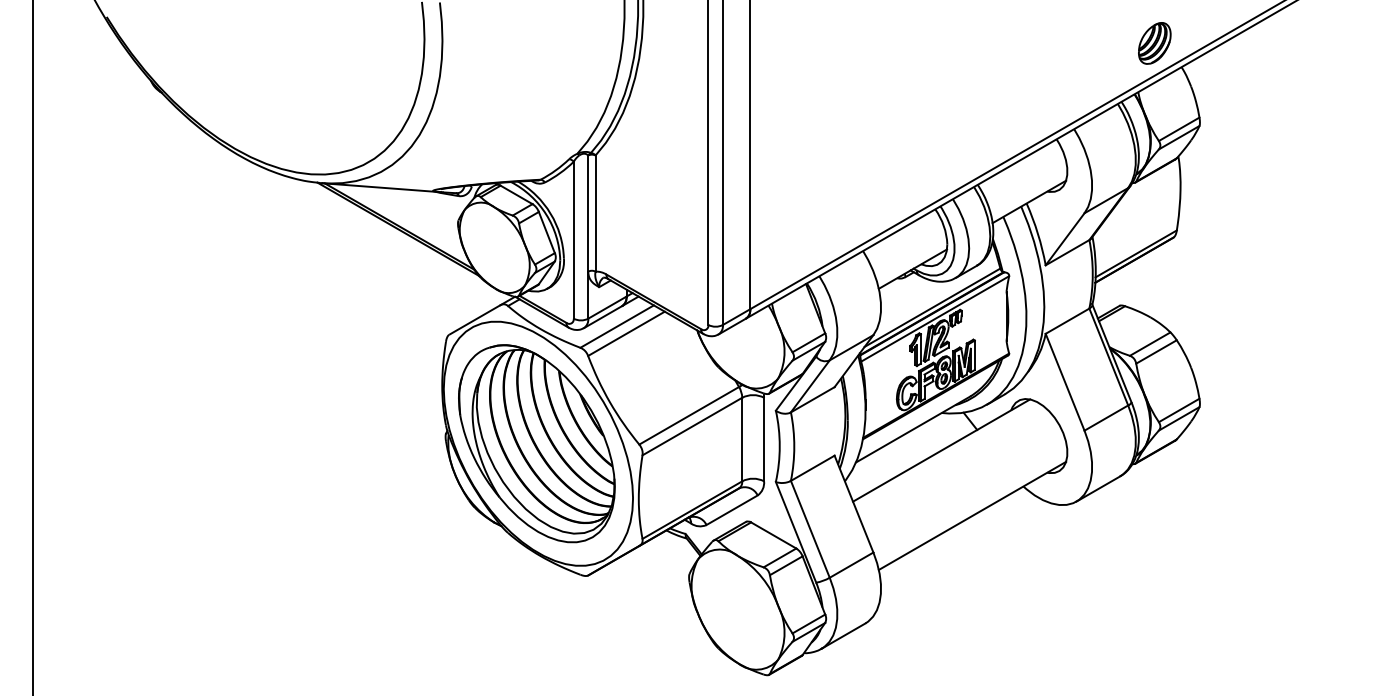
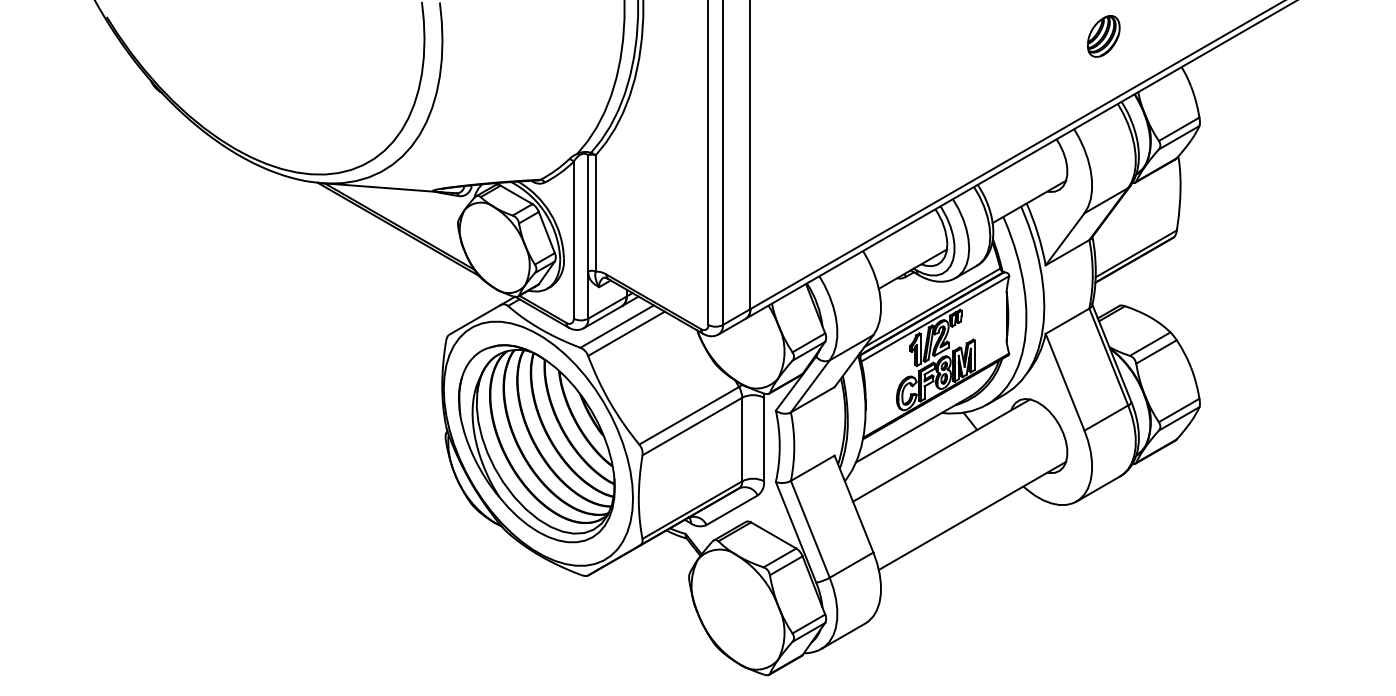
part at (1154, 43) position: (1154, 43) -> (1103, 36)
line at (33, 347): present -> none
